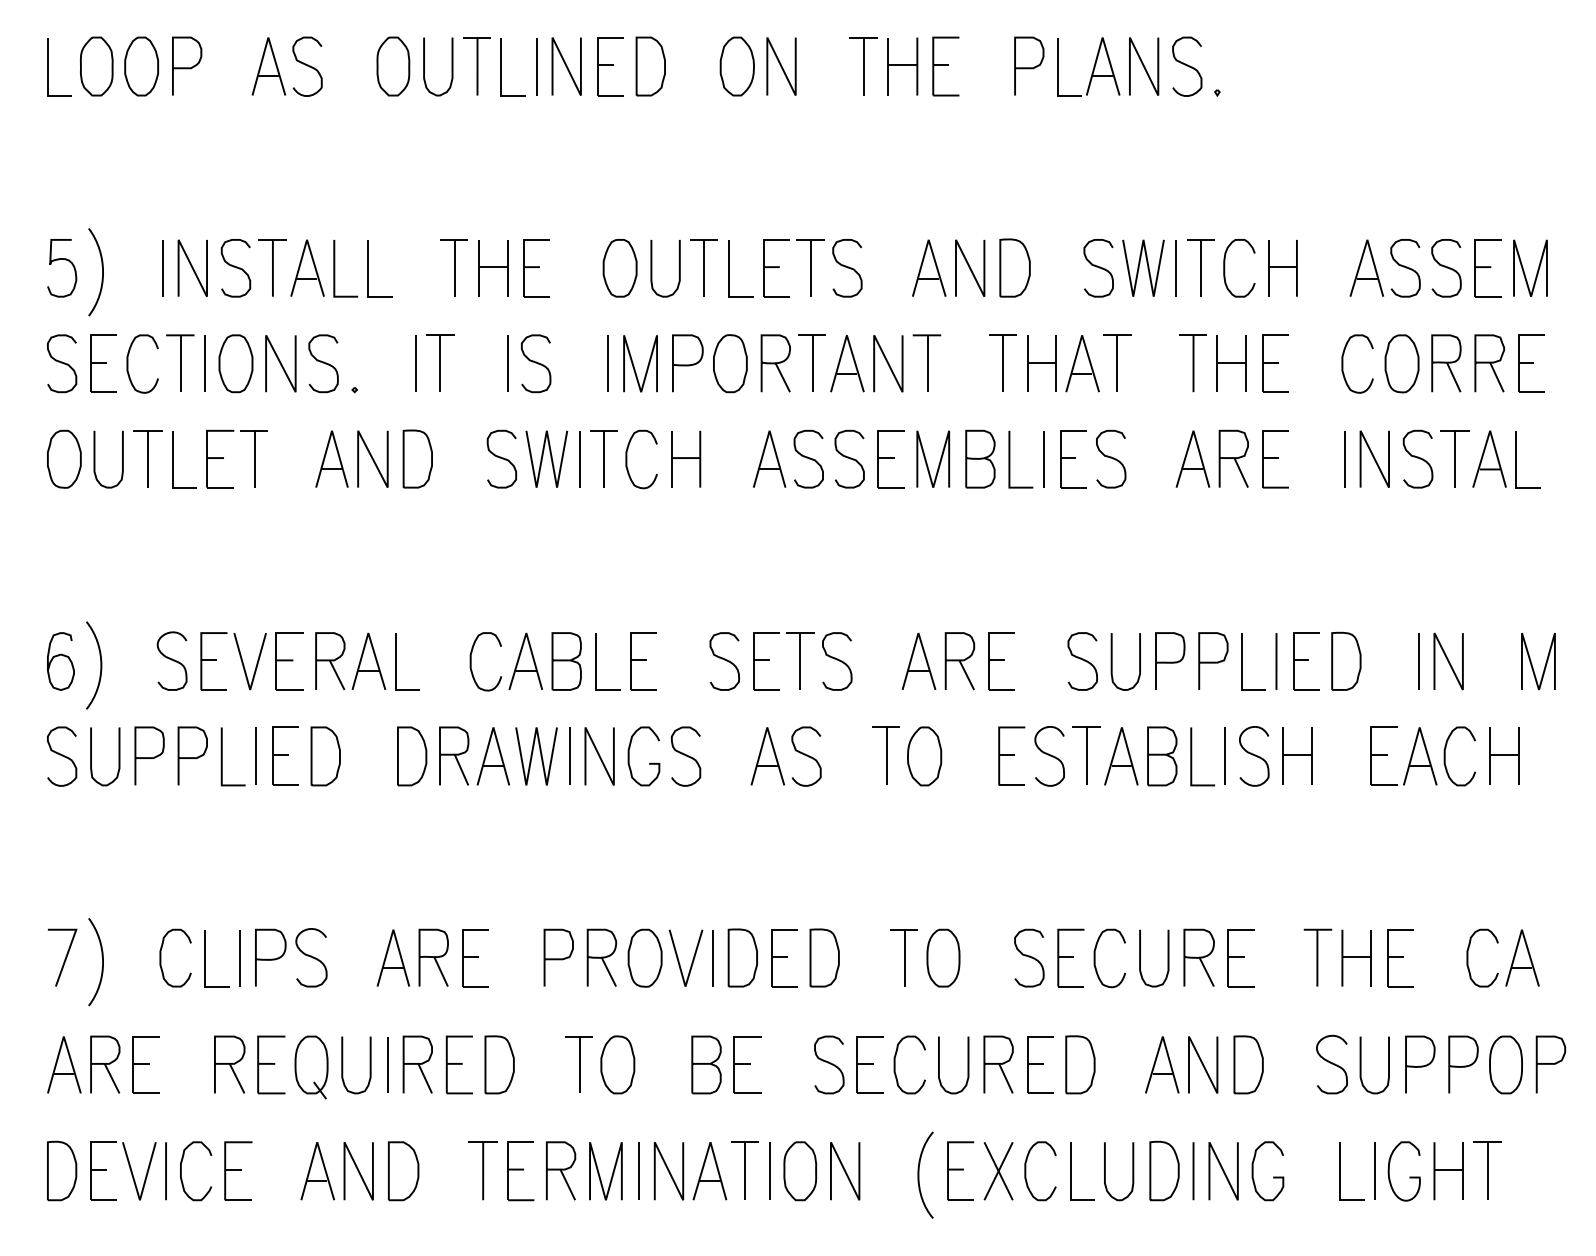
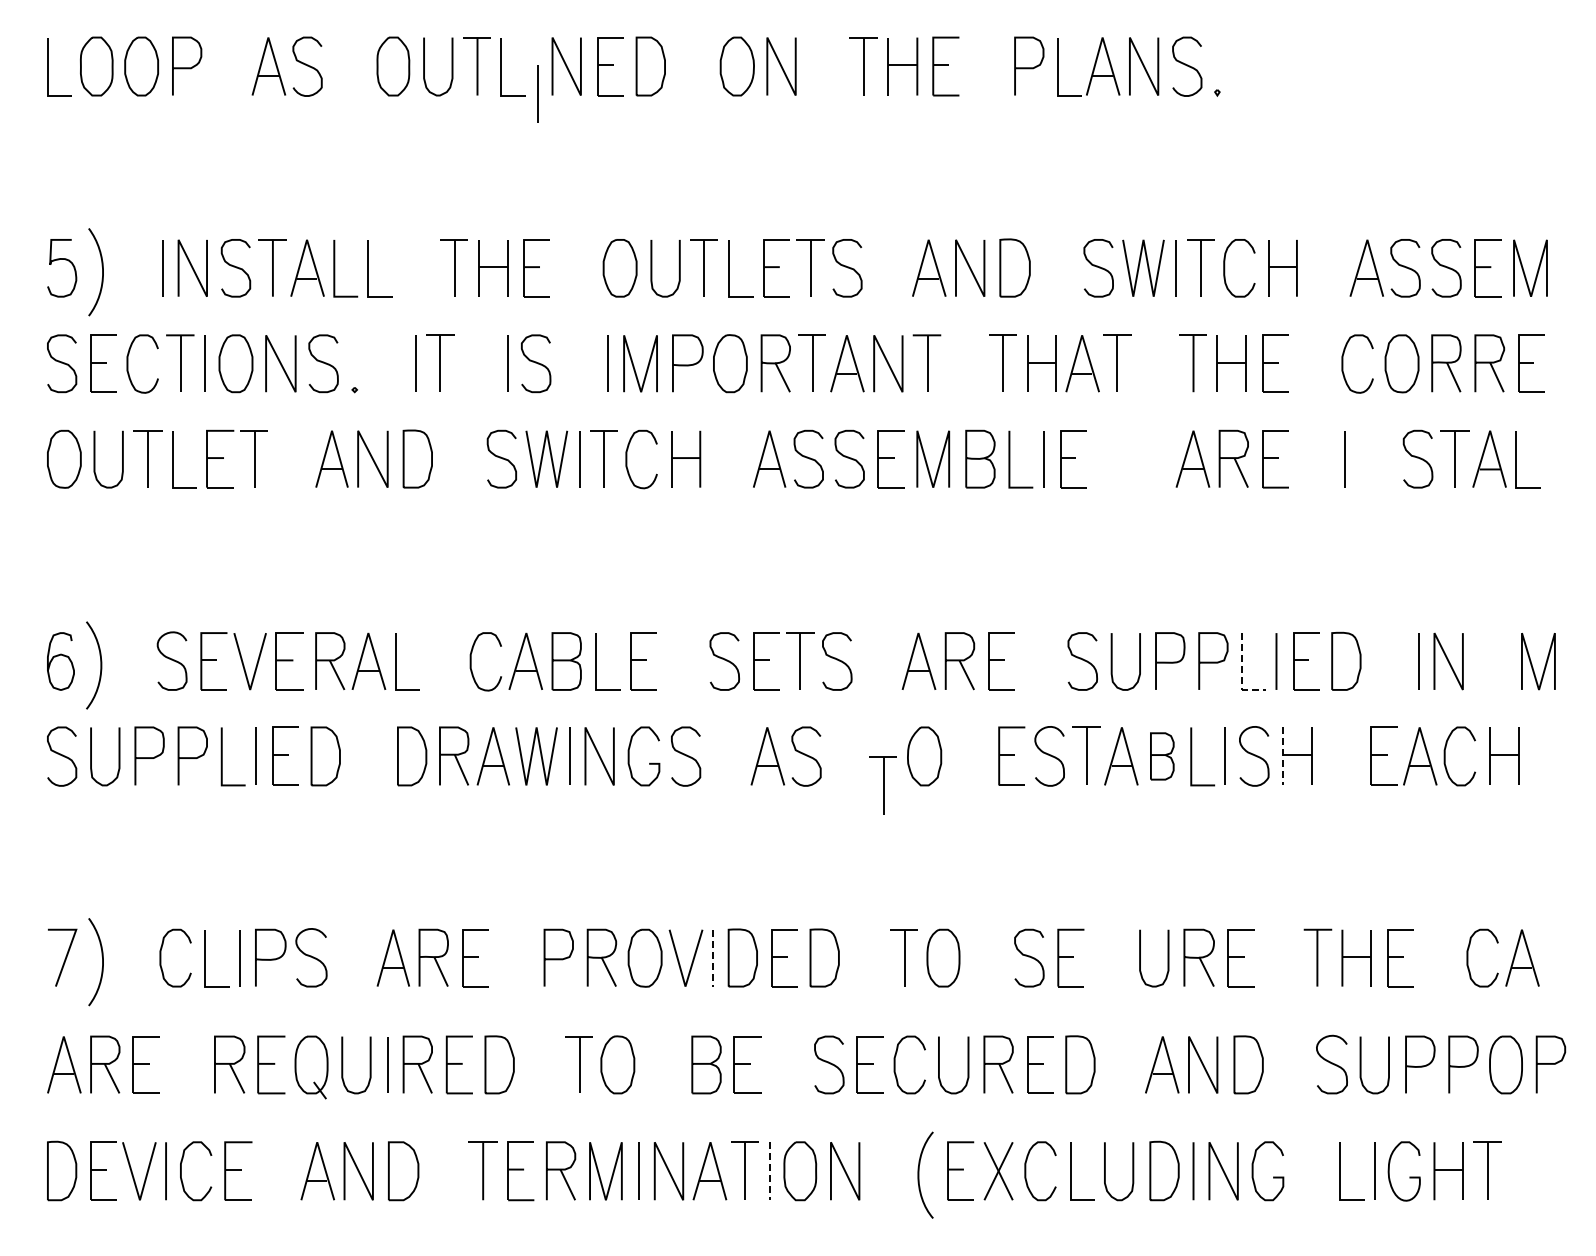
line at (536, 66) position: (536, 66) -> (537, 93)
curve at (1111, 458): present -> none
line at (1374, 458): present -> none
line at (1242, 673): solid -> dashed
part at (885, 755) position: (885, 755) -> (882, 785)
part at (1162, 756) size: 31x61 px -> 25x49 px
line at (1283, 756): solid -> dashed
line at (712, 958): solid -> dashed
curve at (1095, 958): present -> none
line at (769, 1171): solid -> dashed
